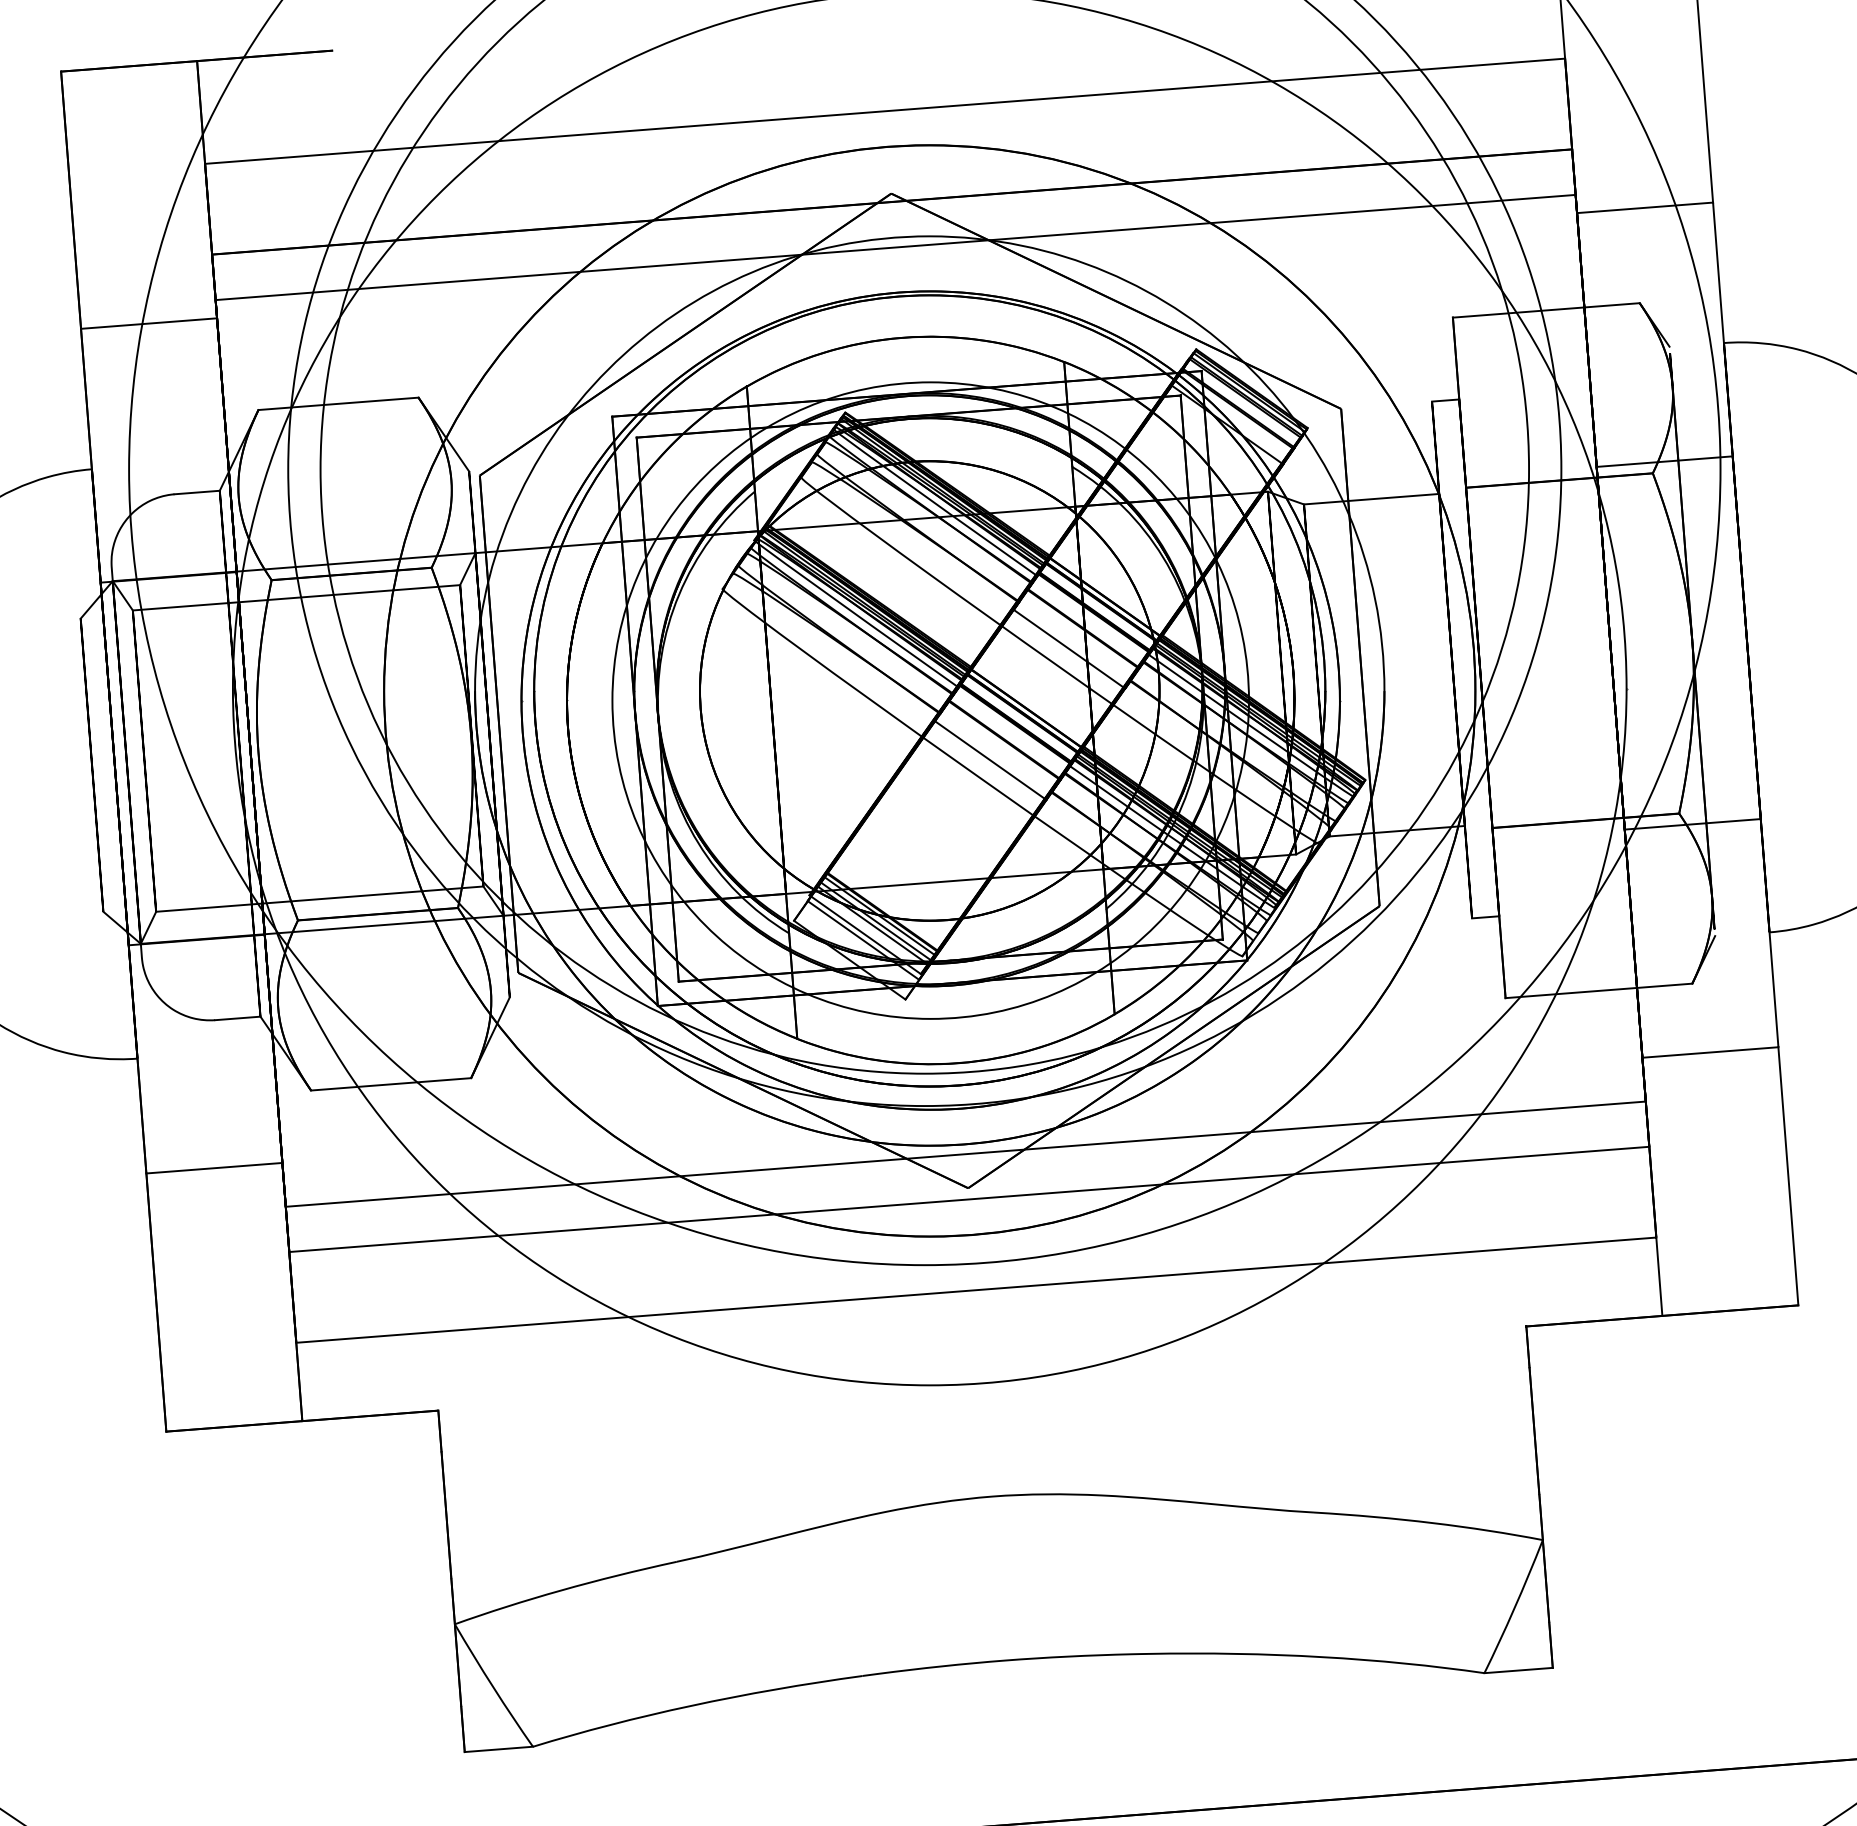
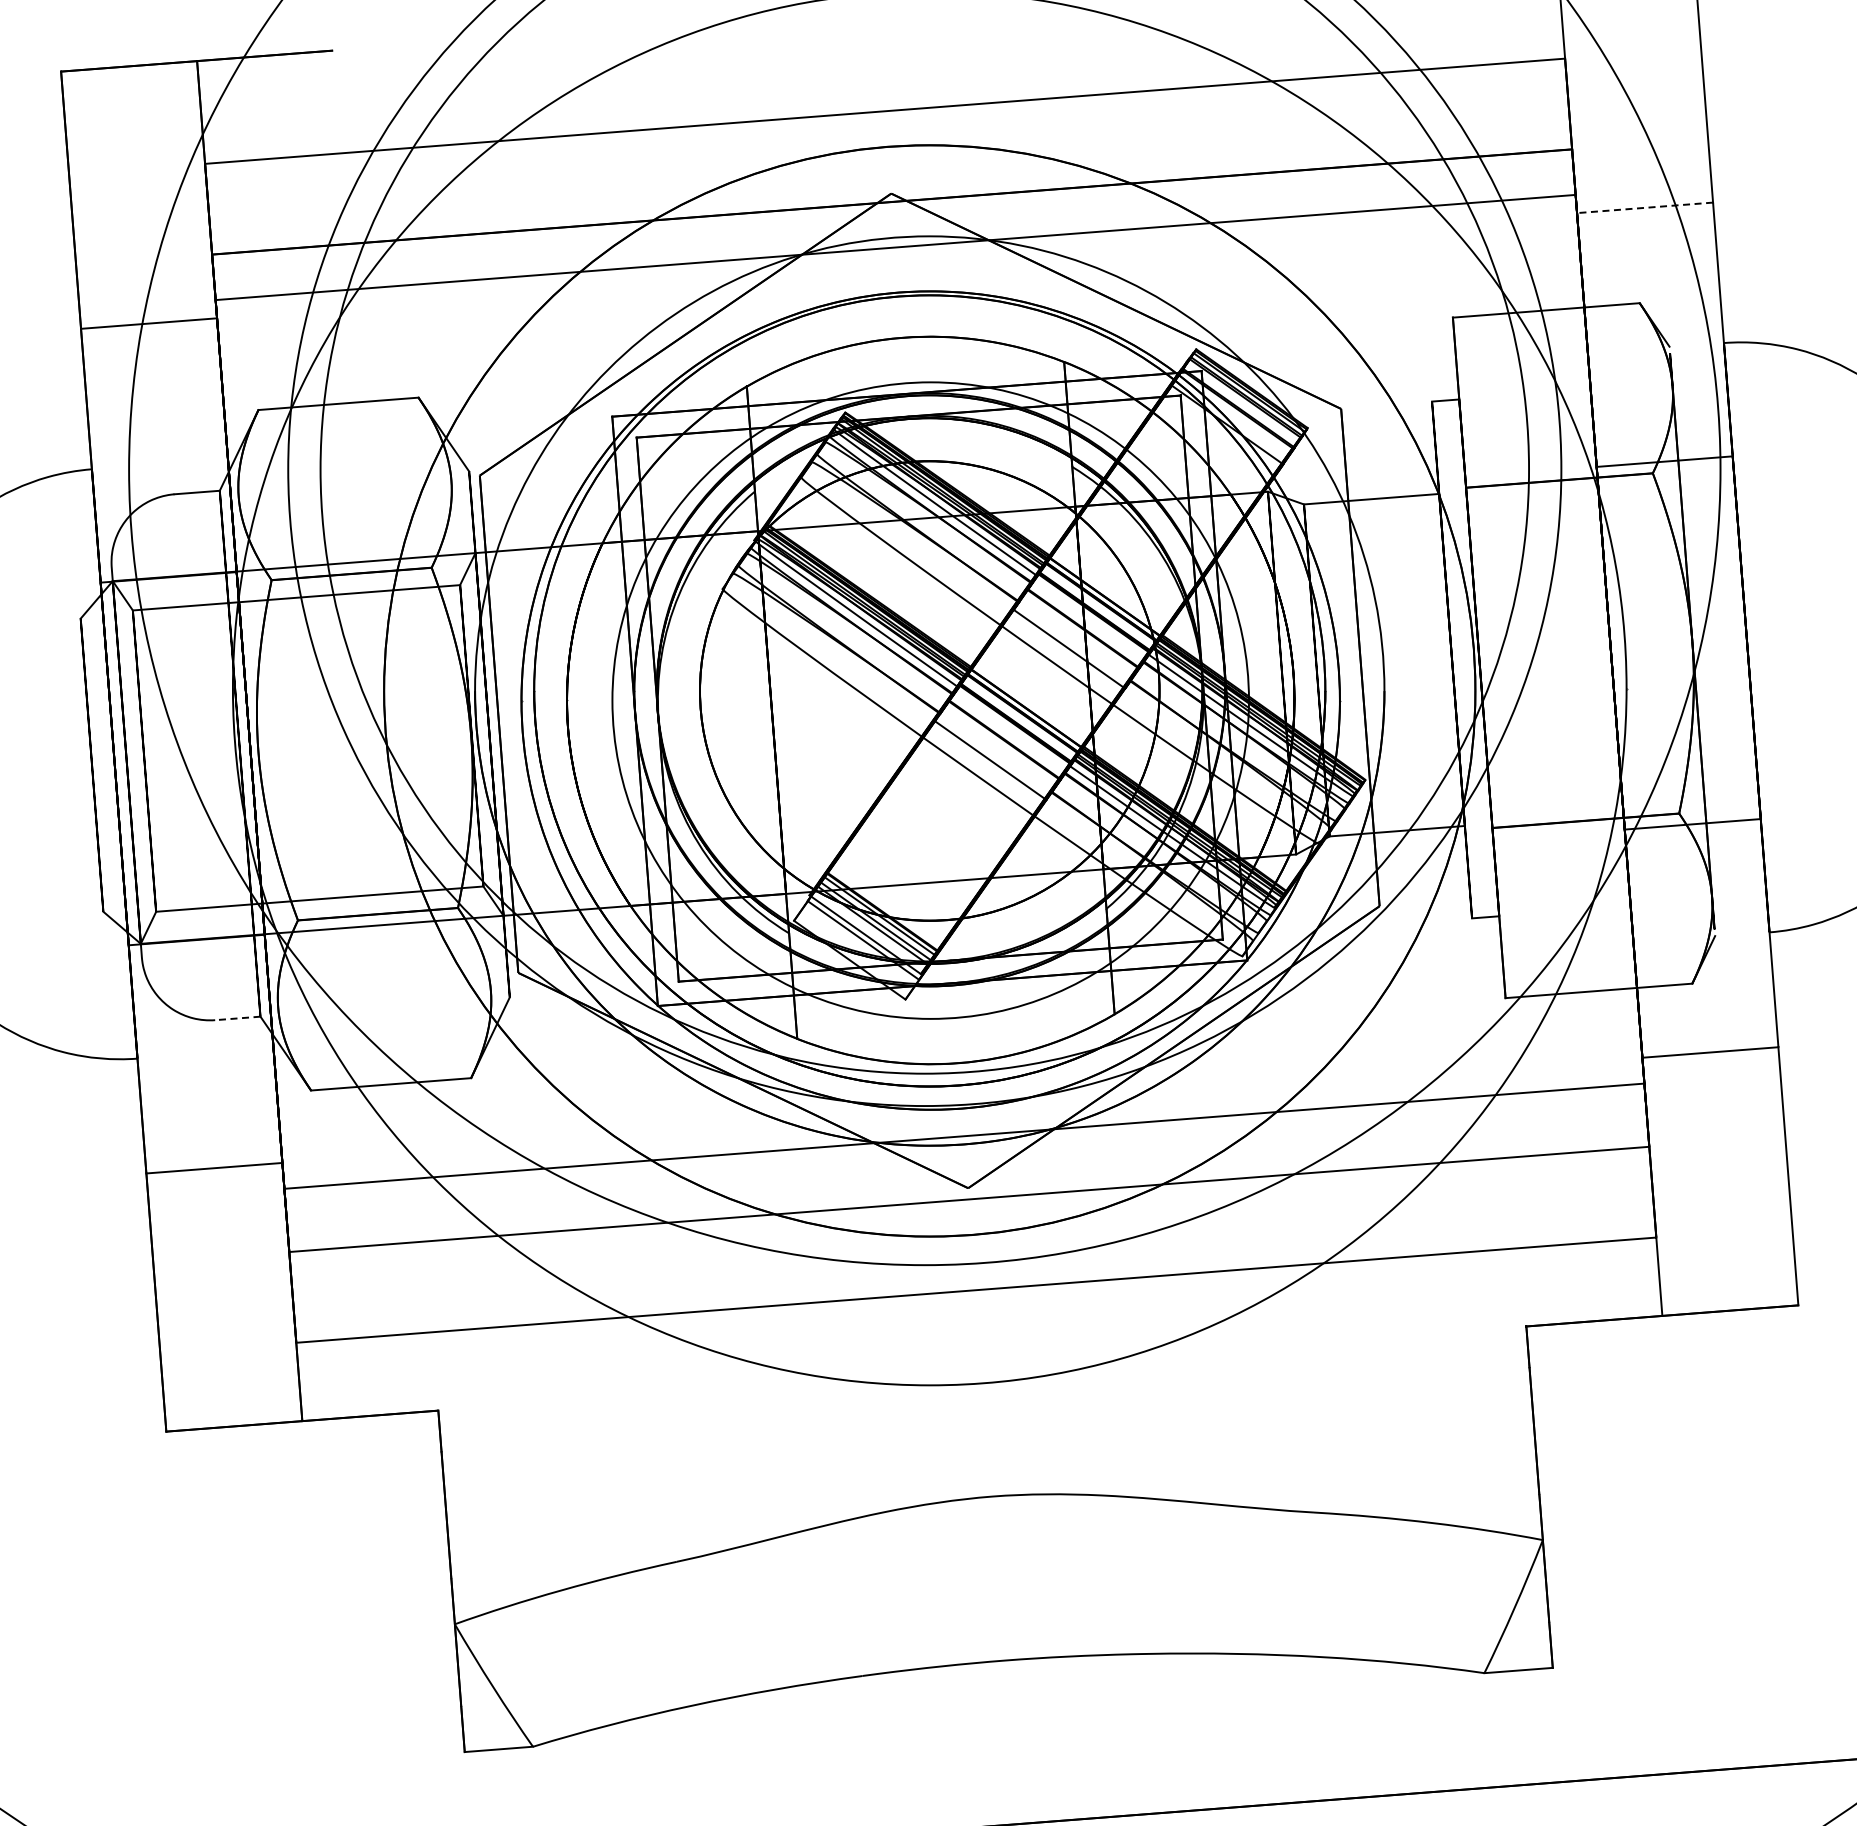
line at (1644, 207): solid -> dashed
line at (237, 1018): solid -> dashed
line at (965, 1153) position: (965, 1153) -> (964, 1135)
